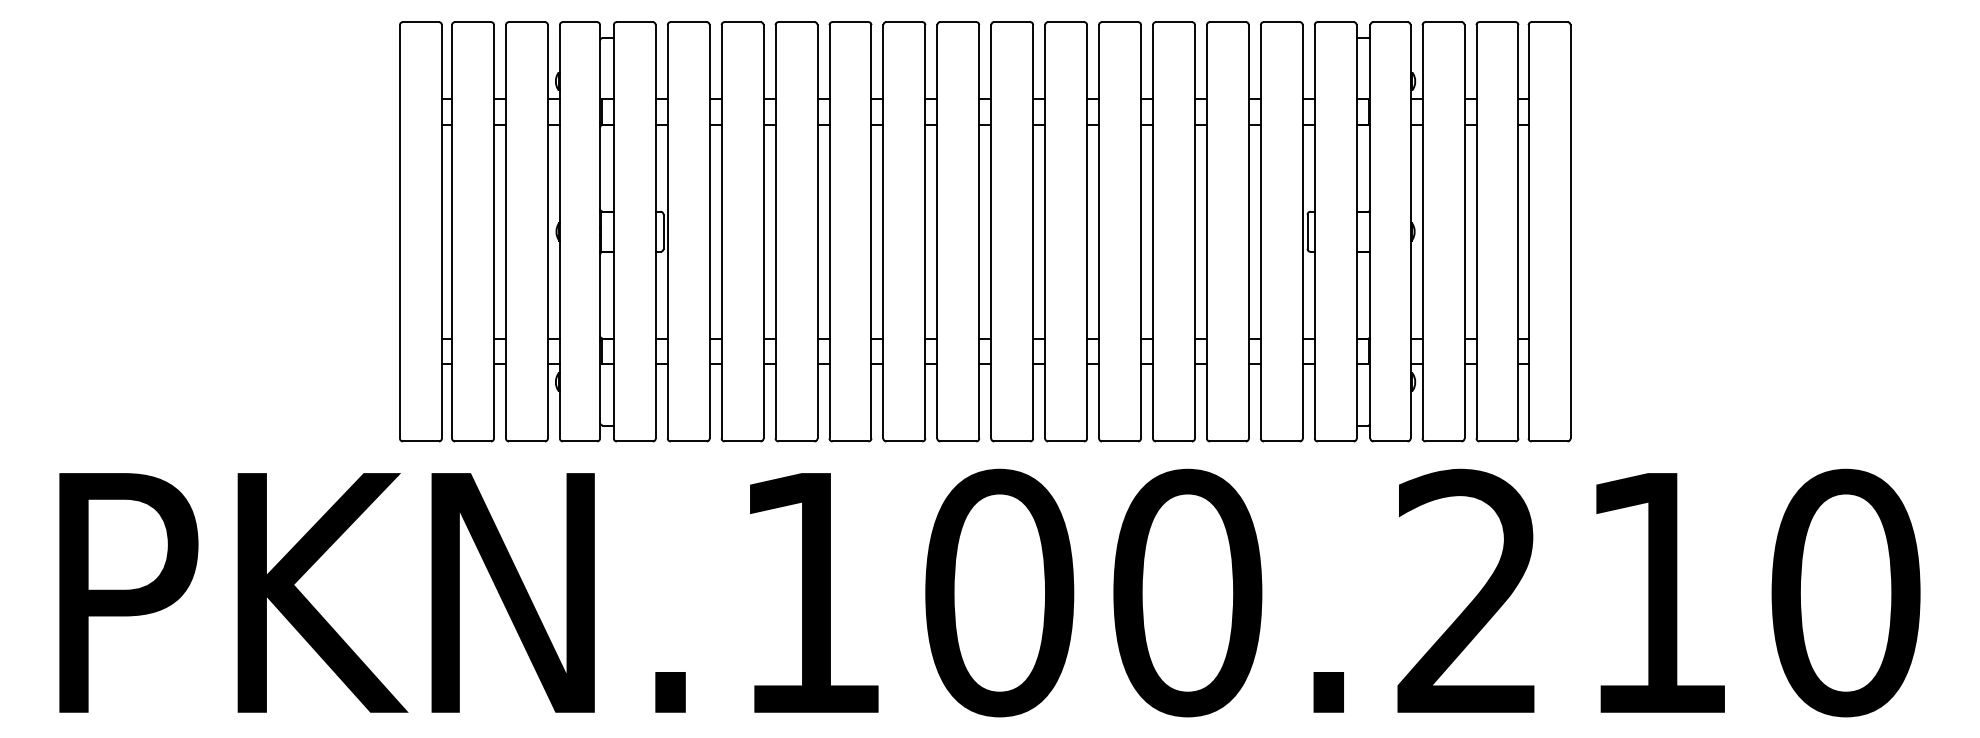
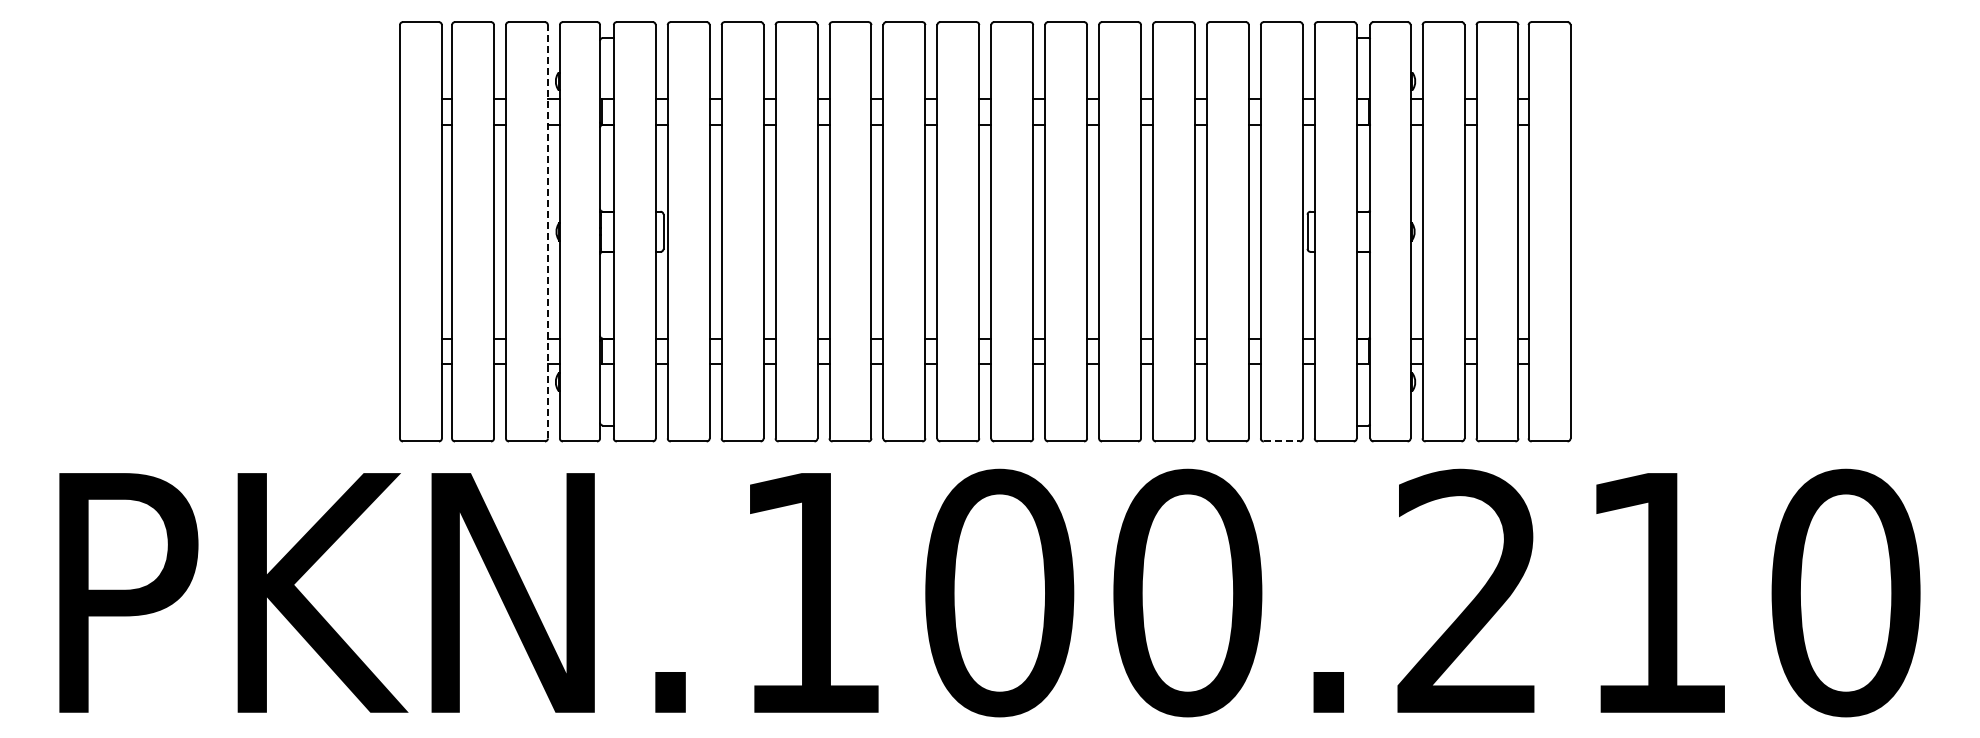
line at (547, 231): solid -> dashed
line at (1281, 441): solid -> dashed
